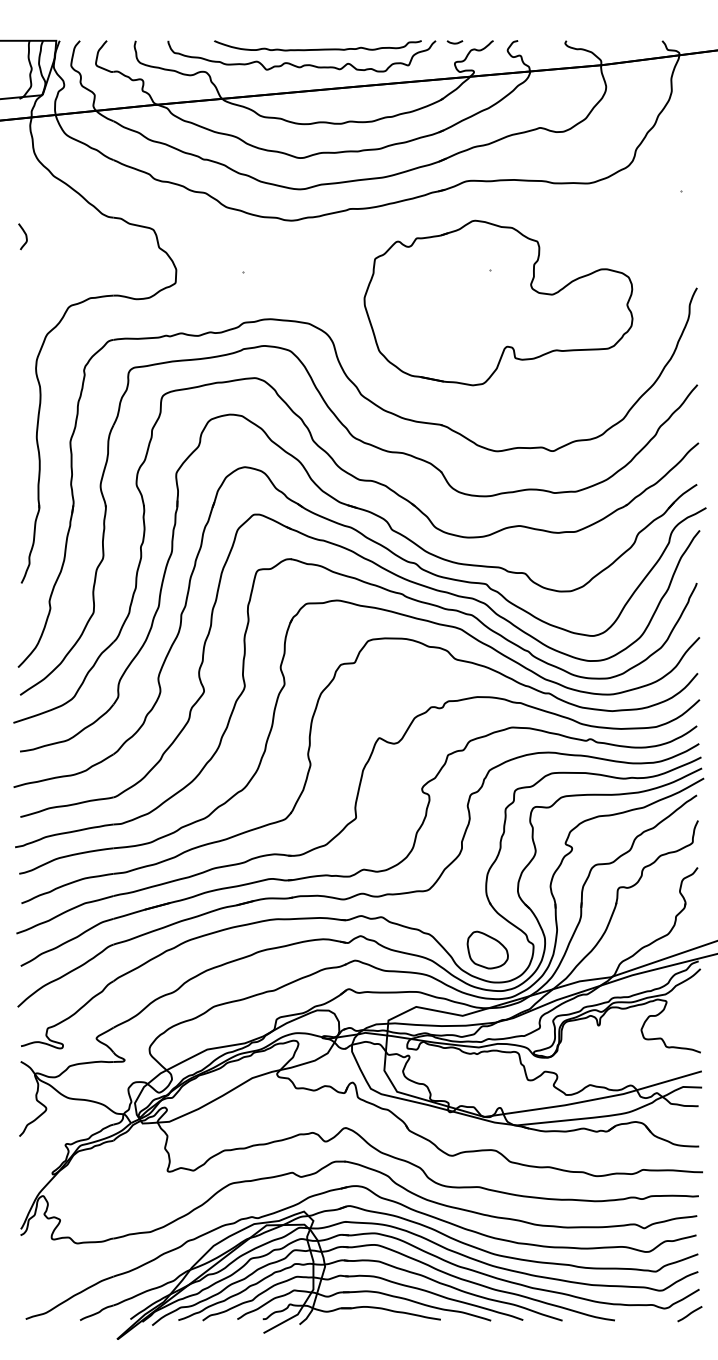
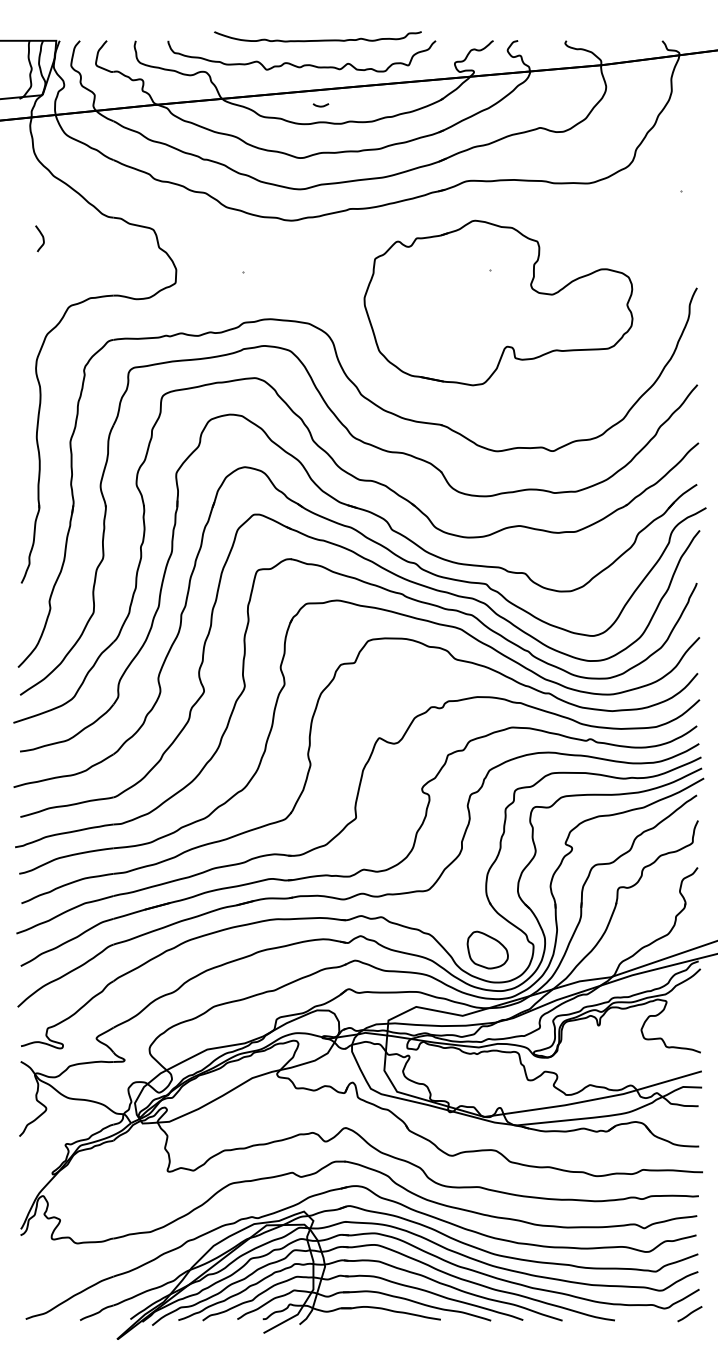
curve at (454, 42) position: (454, 42) -> (320, 105)
curve at (317, 48) position: (317, 48) -> (317, 39)
curve at (24, 234) position: (24, 234) -> (41, 236)
